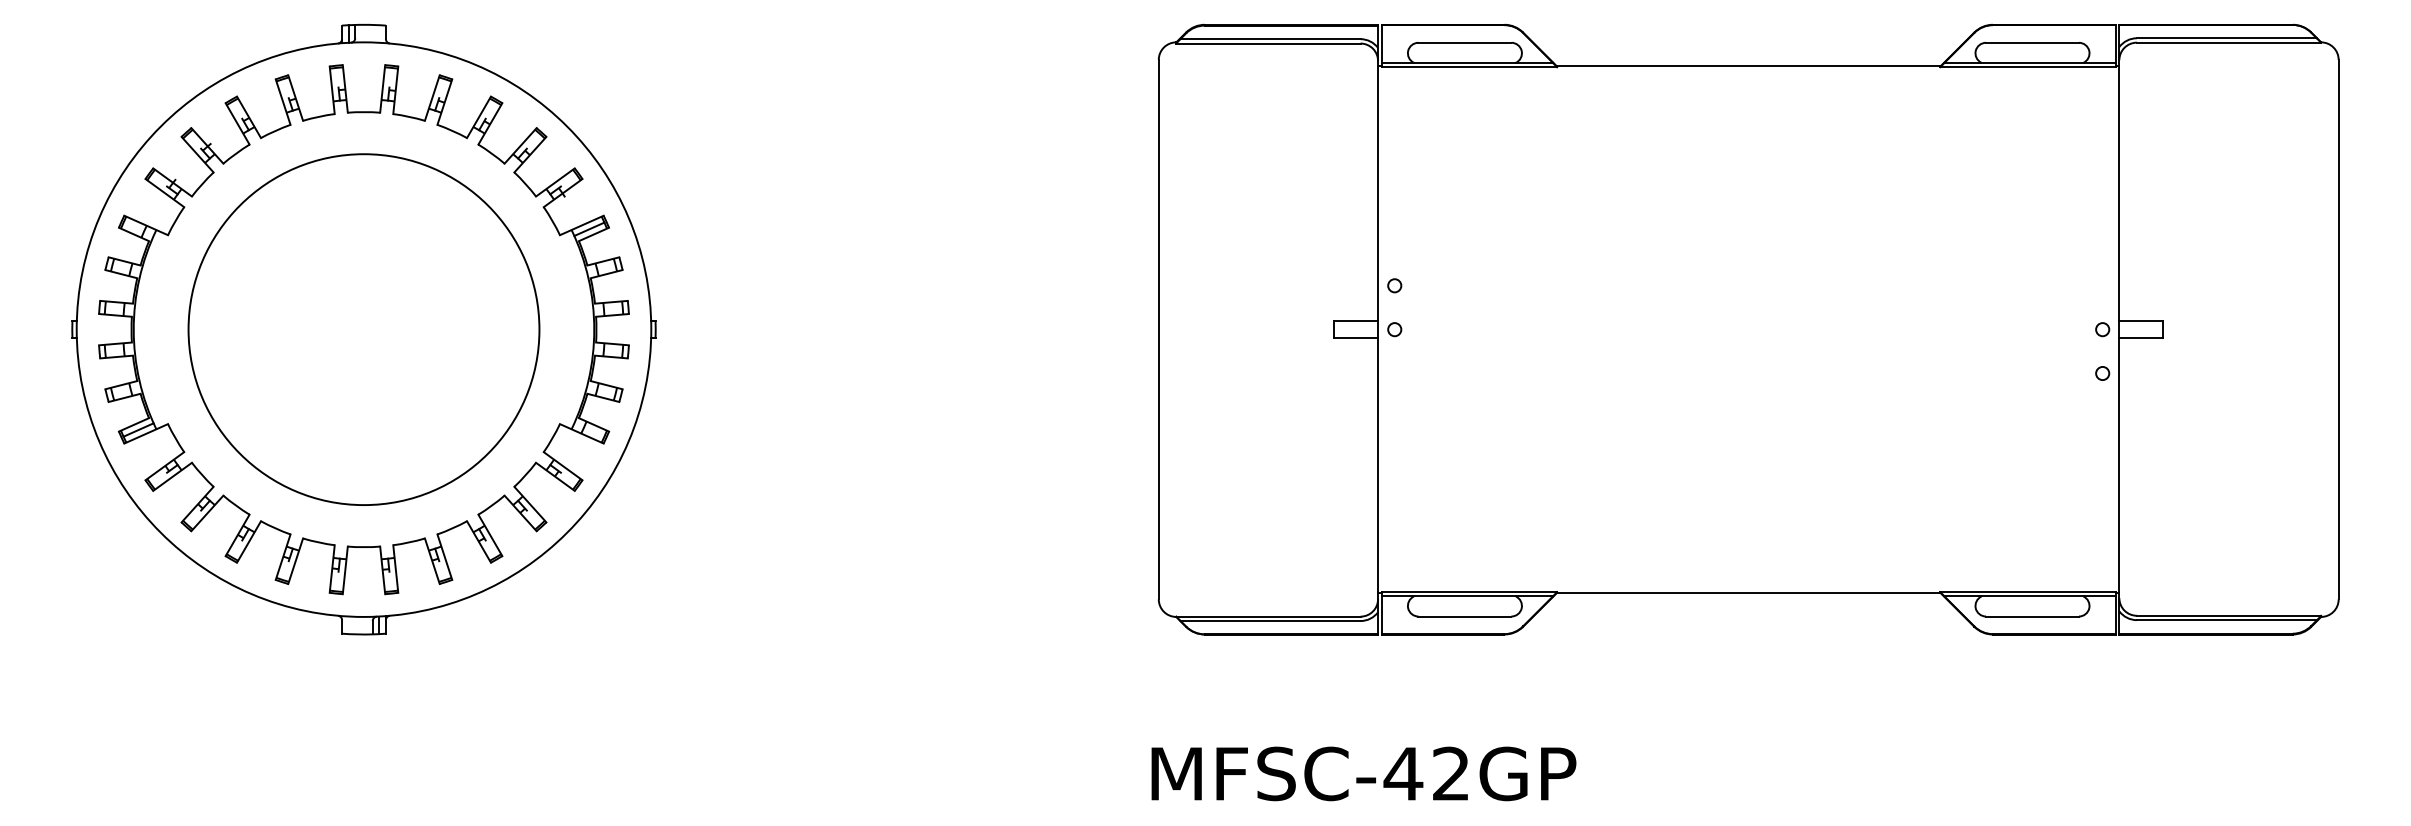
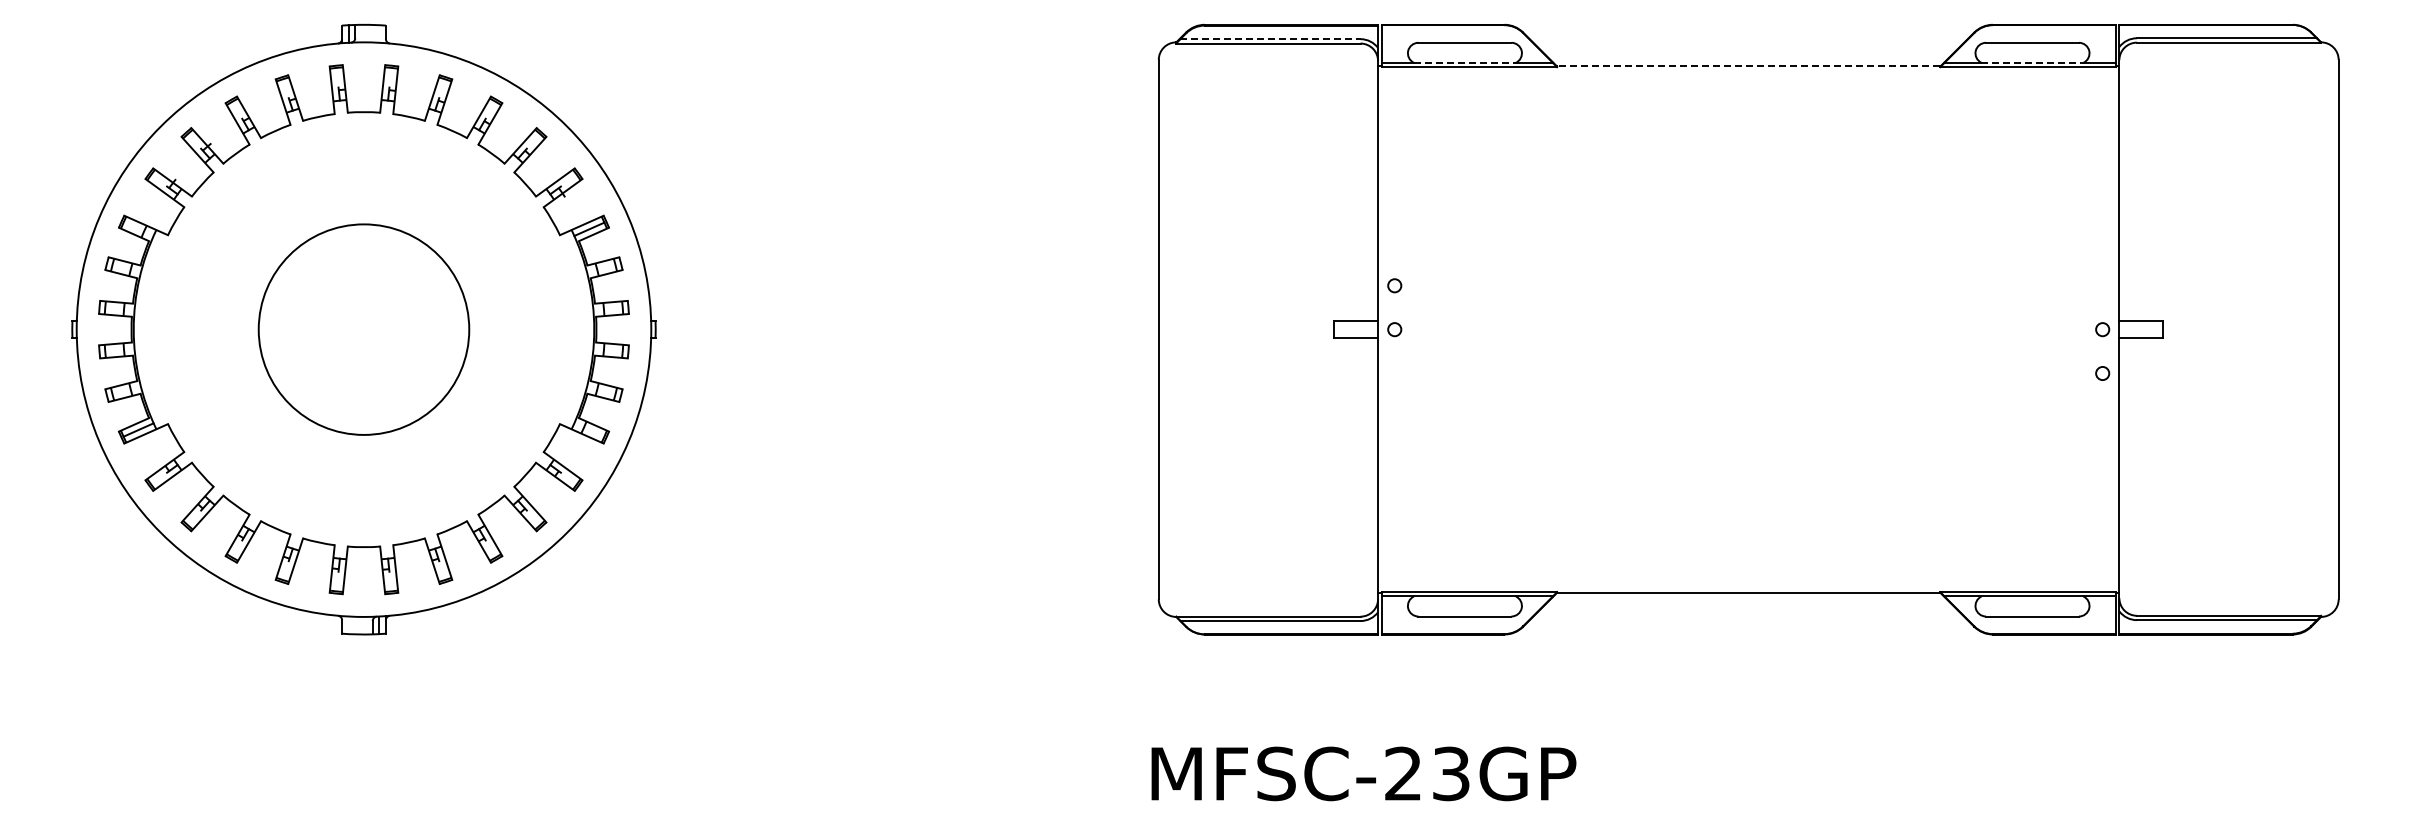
line at (1270, 39): solid -> dashed
line at (1465, 62): solid -> dashed
line at (2033, 62): solid -> dashed
line at (1748, 66): solid -> dashed
circle at (363, 329) diameter: 351 px -> 211 px
text at (1426, 773): MFSC-42GP -> MFSC-23GP
